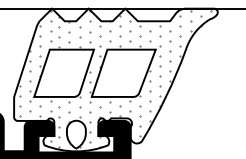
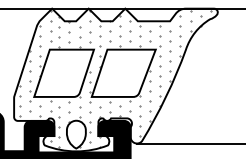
line at (189, 143): none -> present
